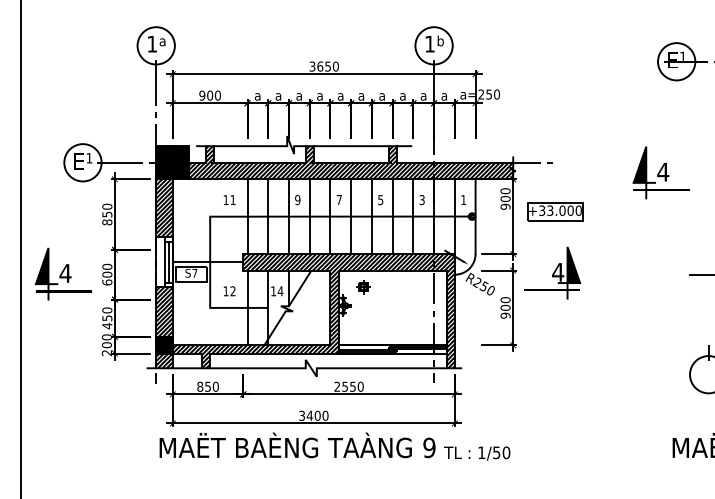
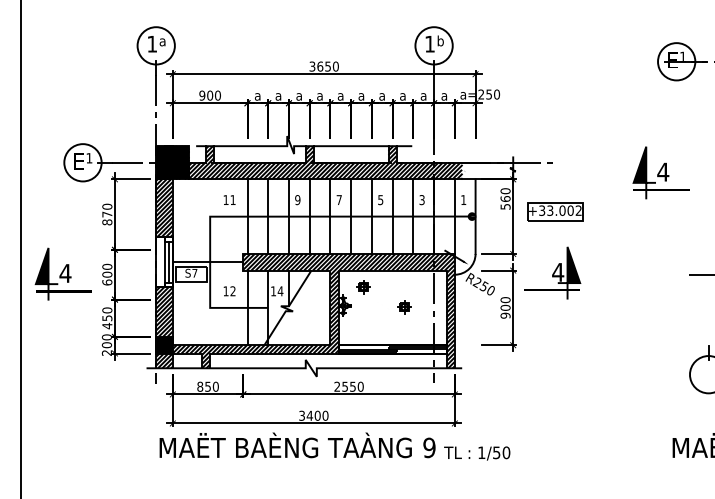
hatch at (488, 170): present -> none
text at (505, 202): 900 -> 560
text at (578, 210): +33.000 -> +33.002
text at (107, 214): 850 -> 870
part at (404, 307): none -> present
